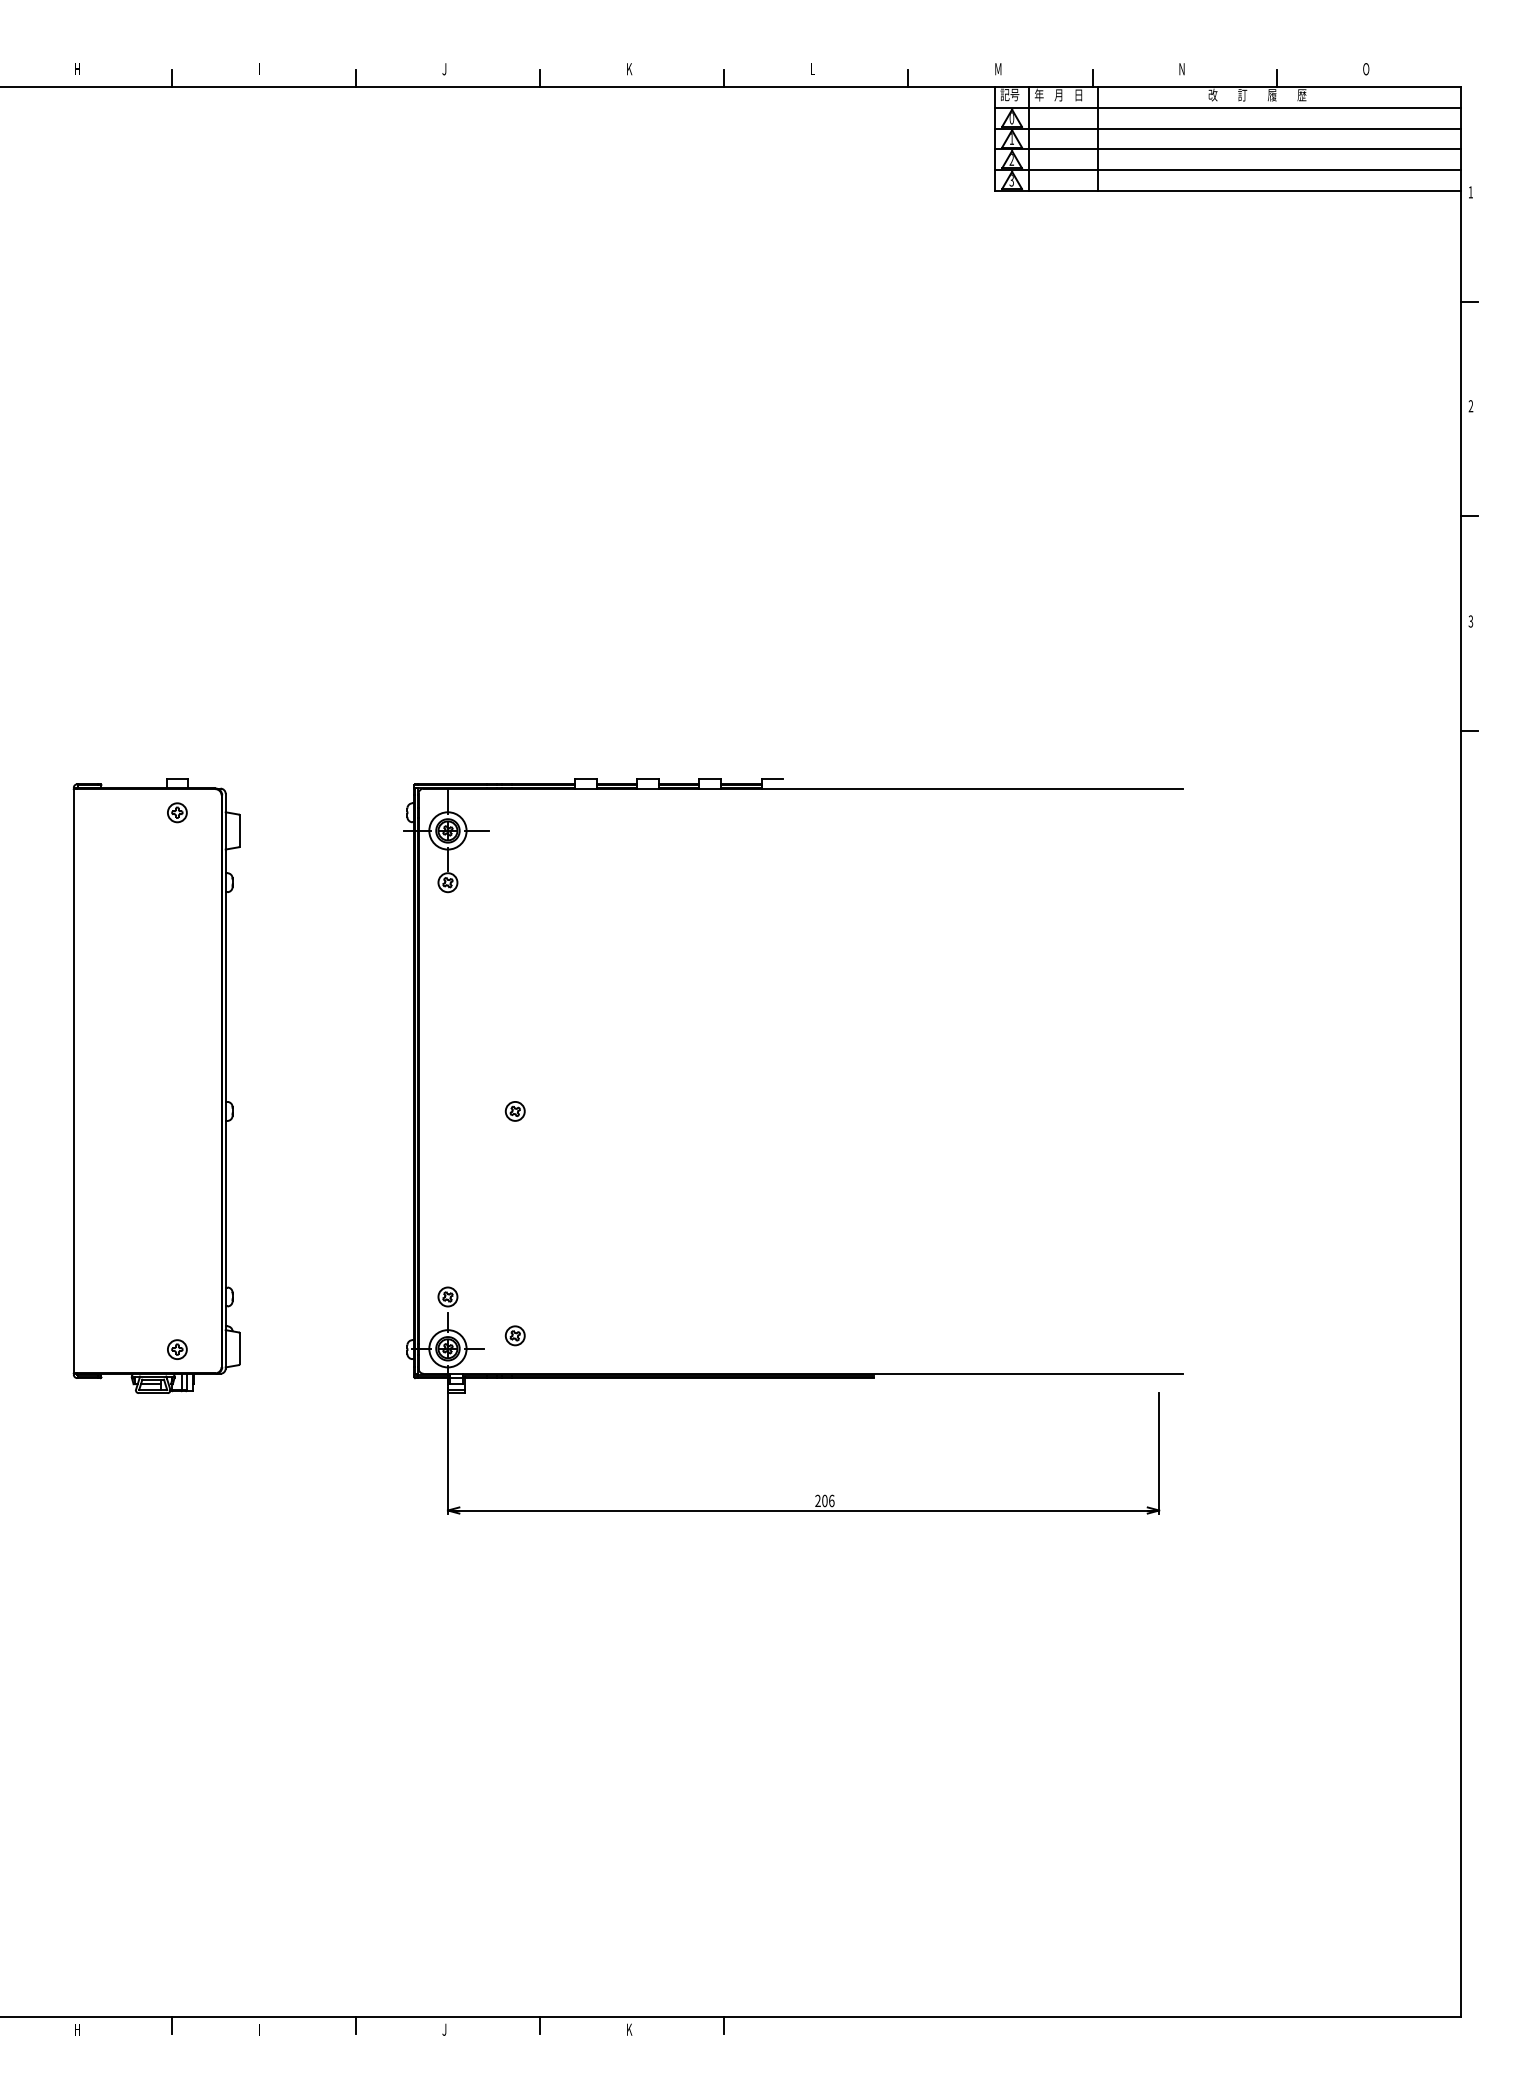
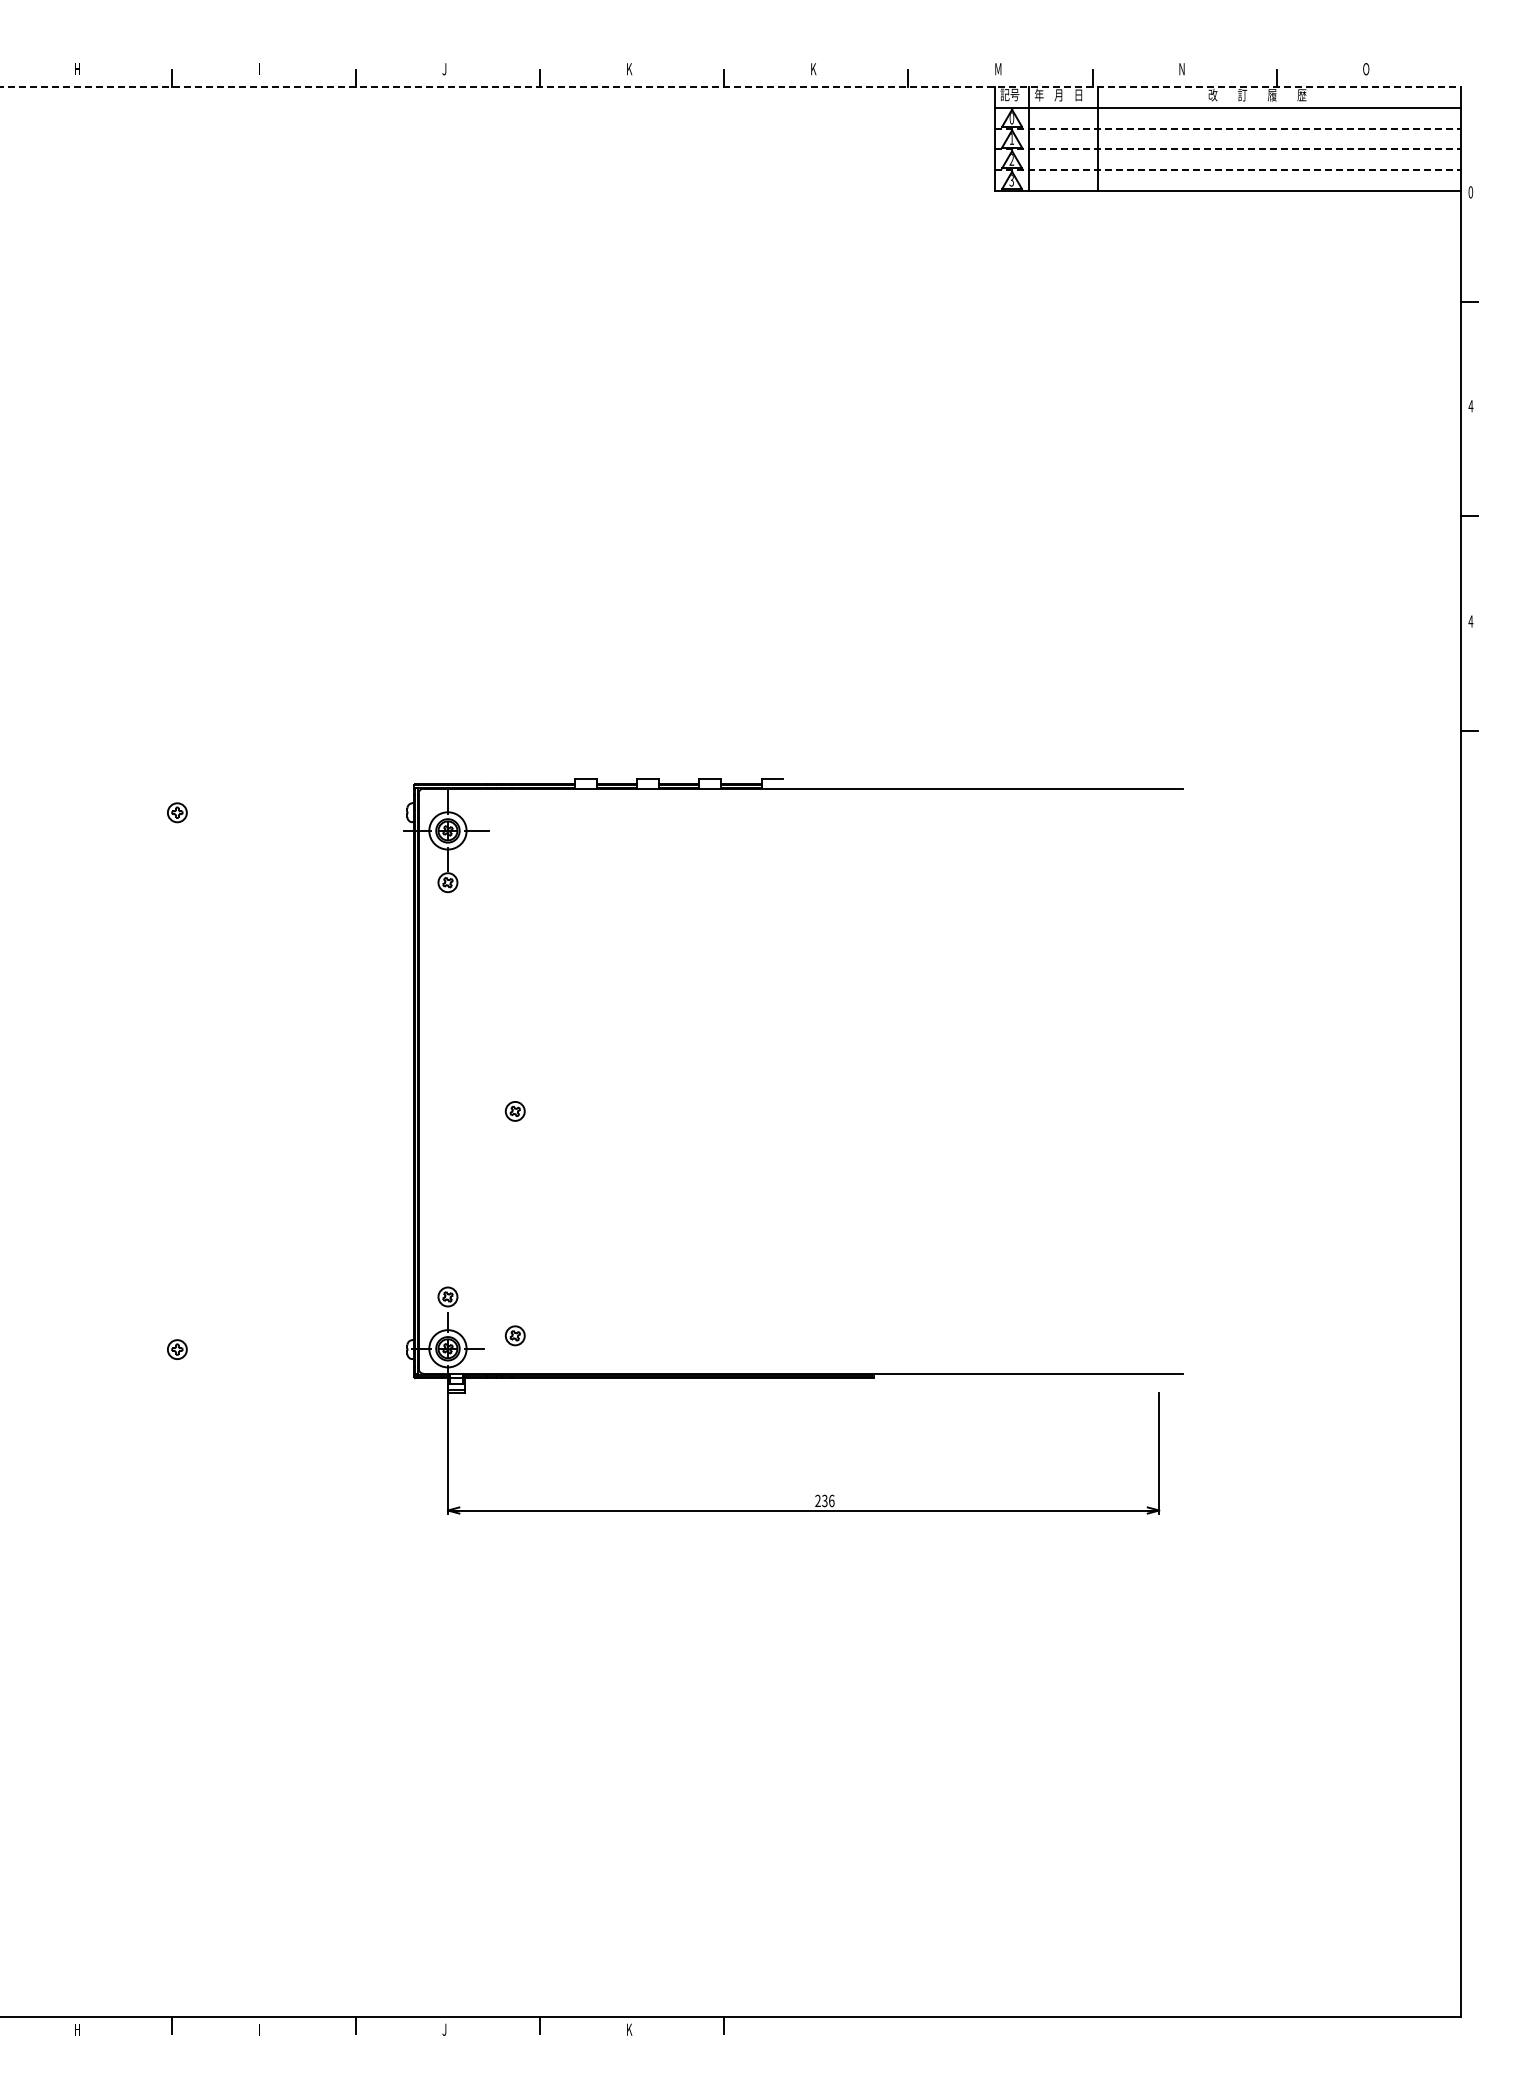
text at (813, 69): L -> K
line at (730, 87): solid -> dashed
line at (1228, 128): solid -> dashed
line at (1228, 149): solid -> dashed
line at (1228, 170): solid -> dashed
text at (1470, 192): 1 -> 0
text at (1470, 406): 2 -> 4
text at (1470, 621): 3 -> 4
part at (156, 1085): present -> none
text at (824, 1500): 206 -> 236
